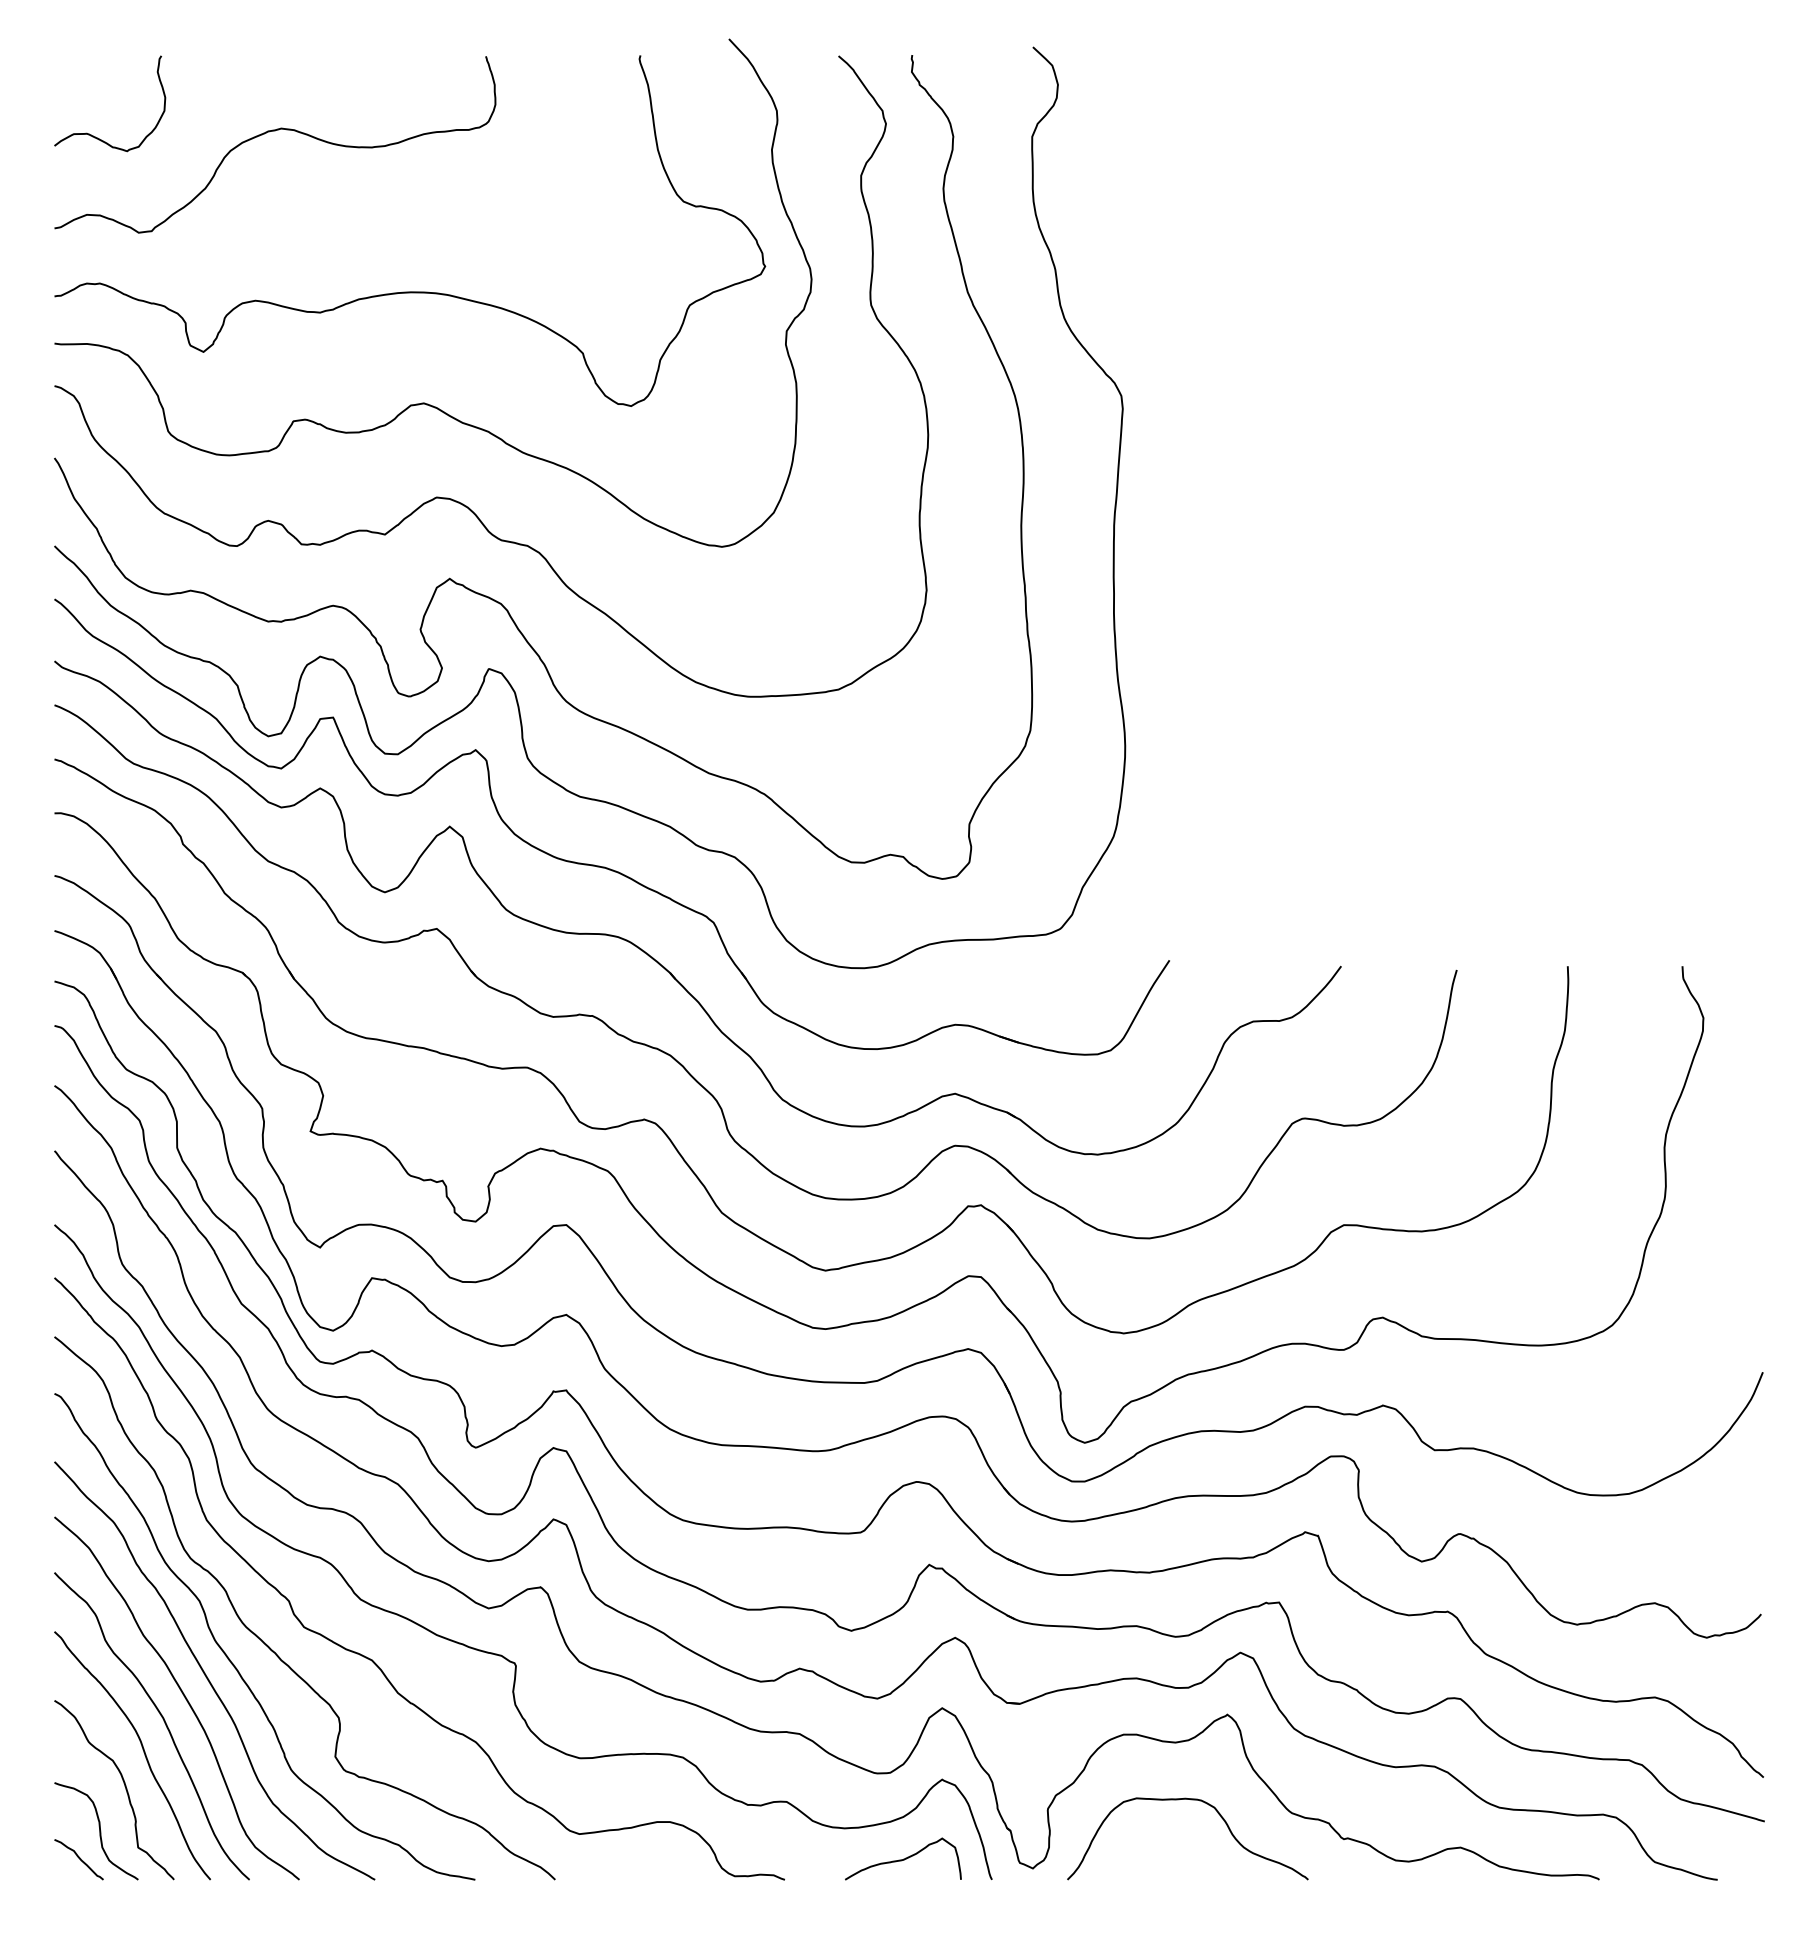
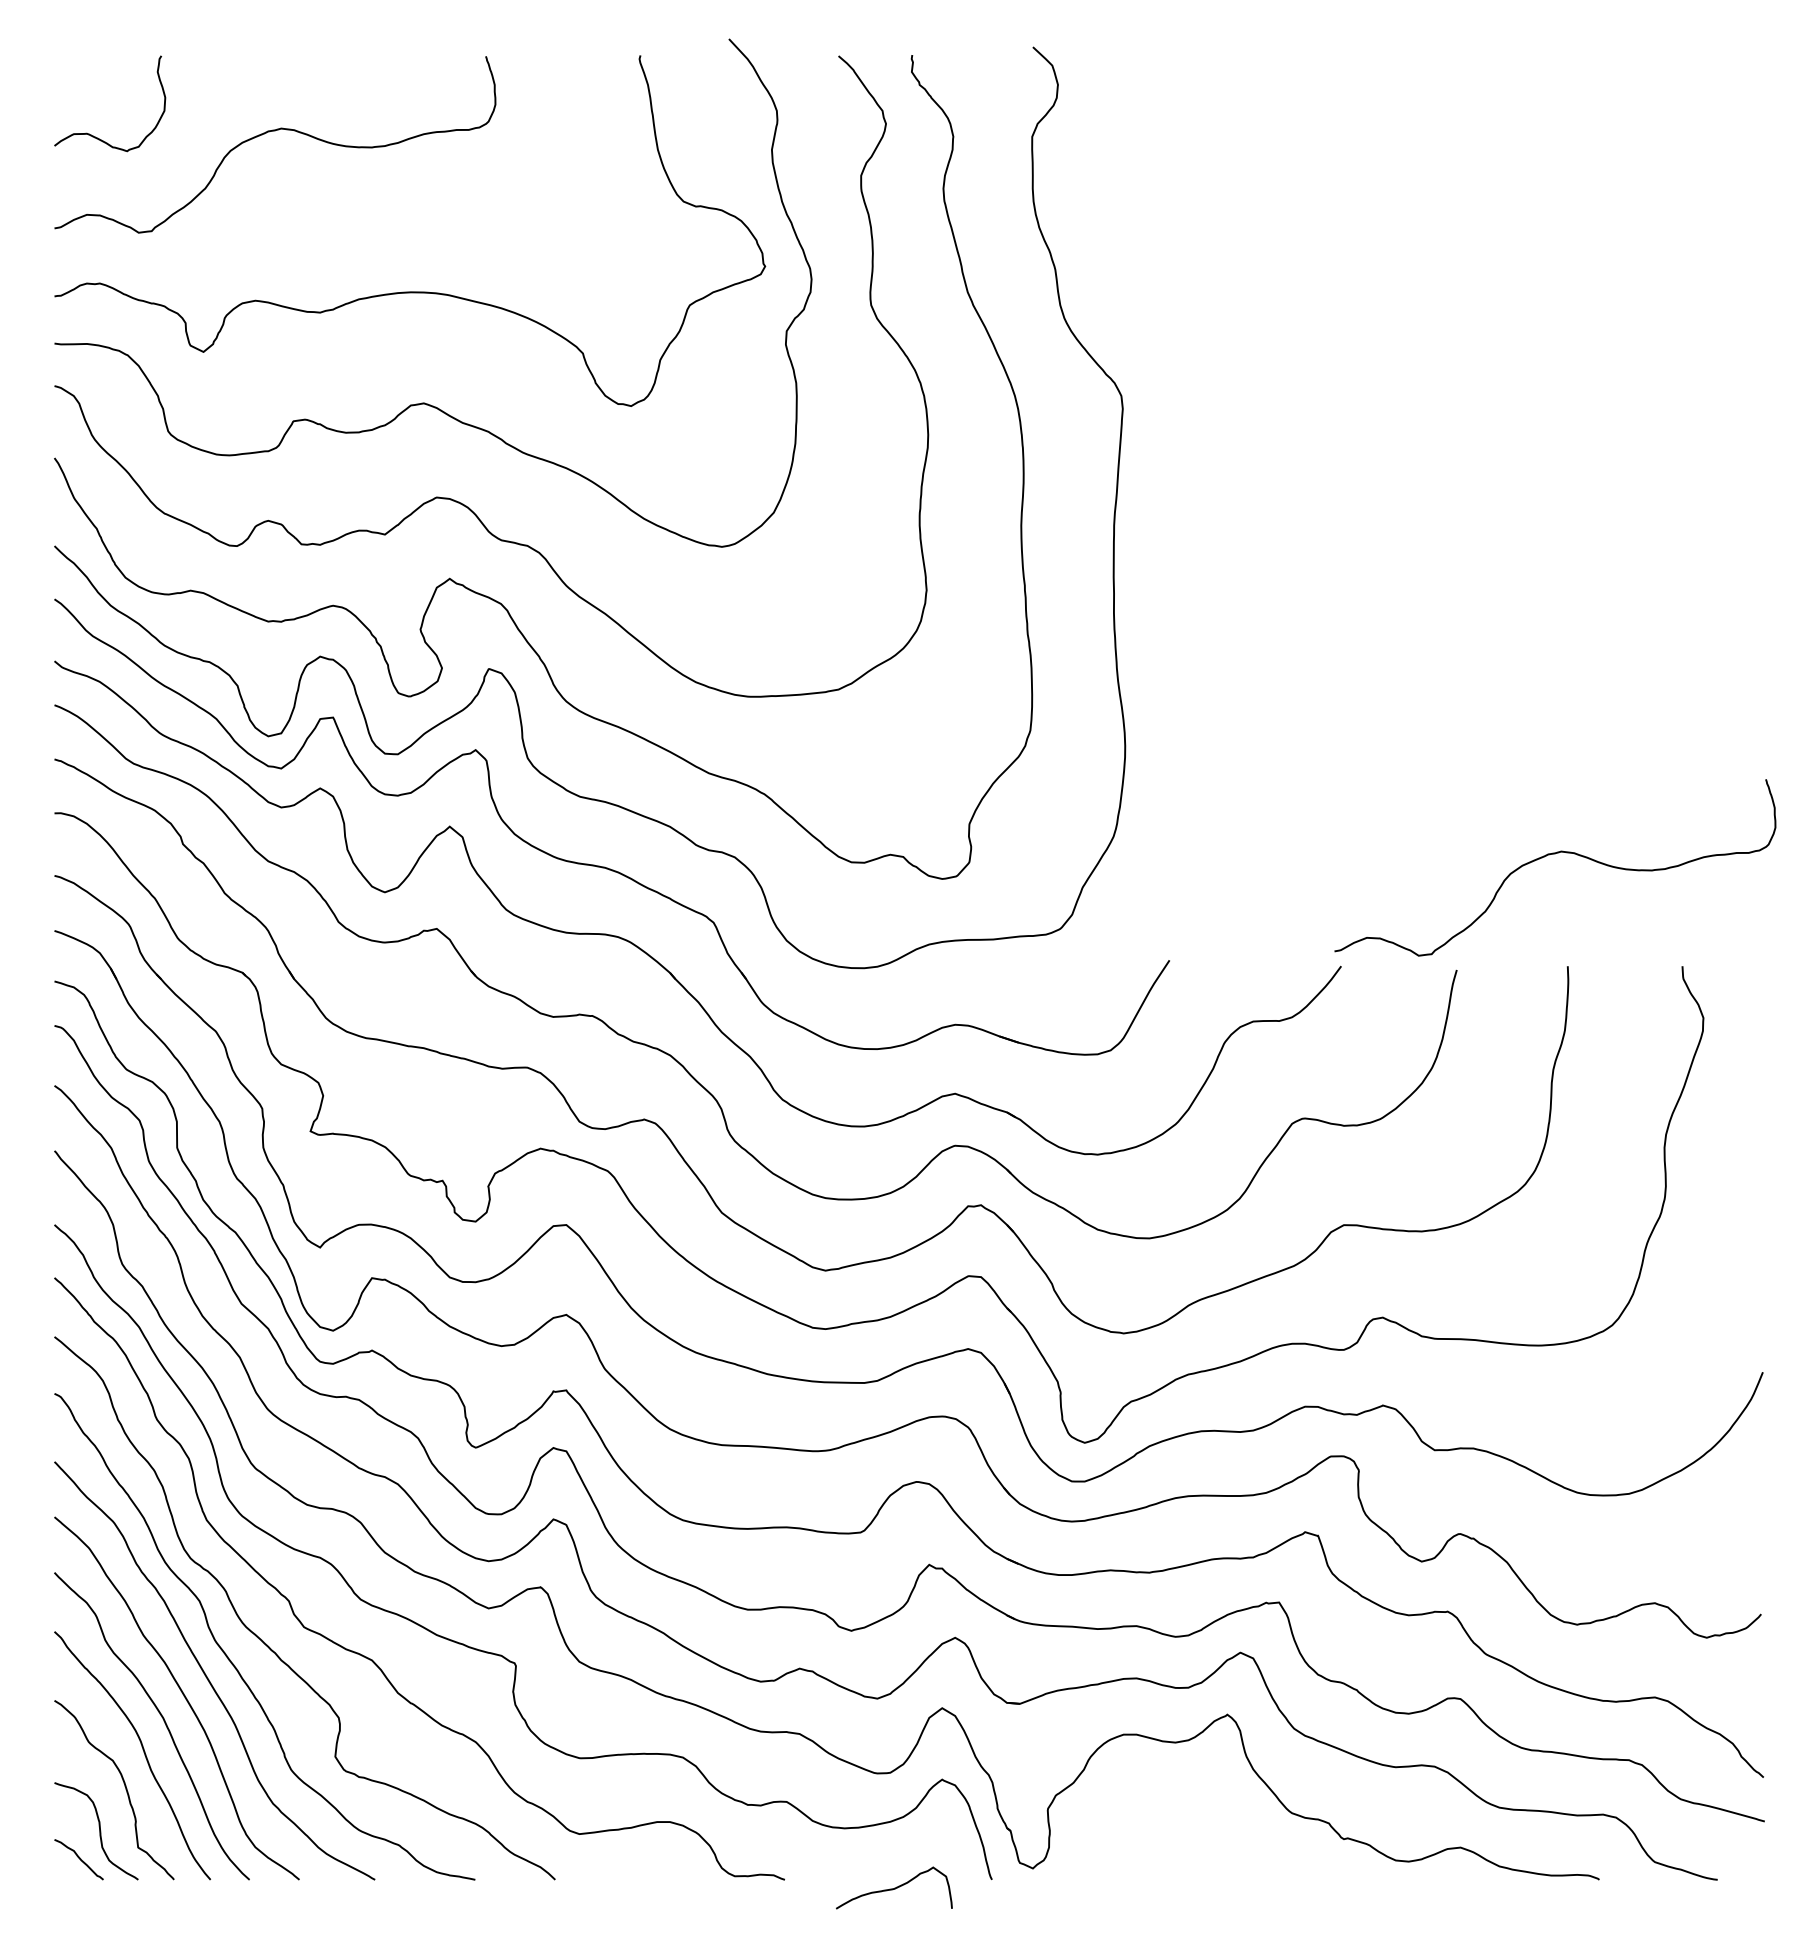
curve at (1555, 854): none -> present
curve at (1191, 1800): present -> none
curve at (903, 1858) position: (903, 1858) -> (894, 1887)
